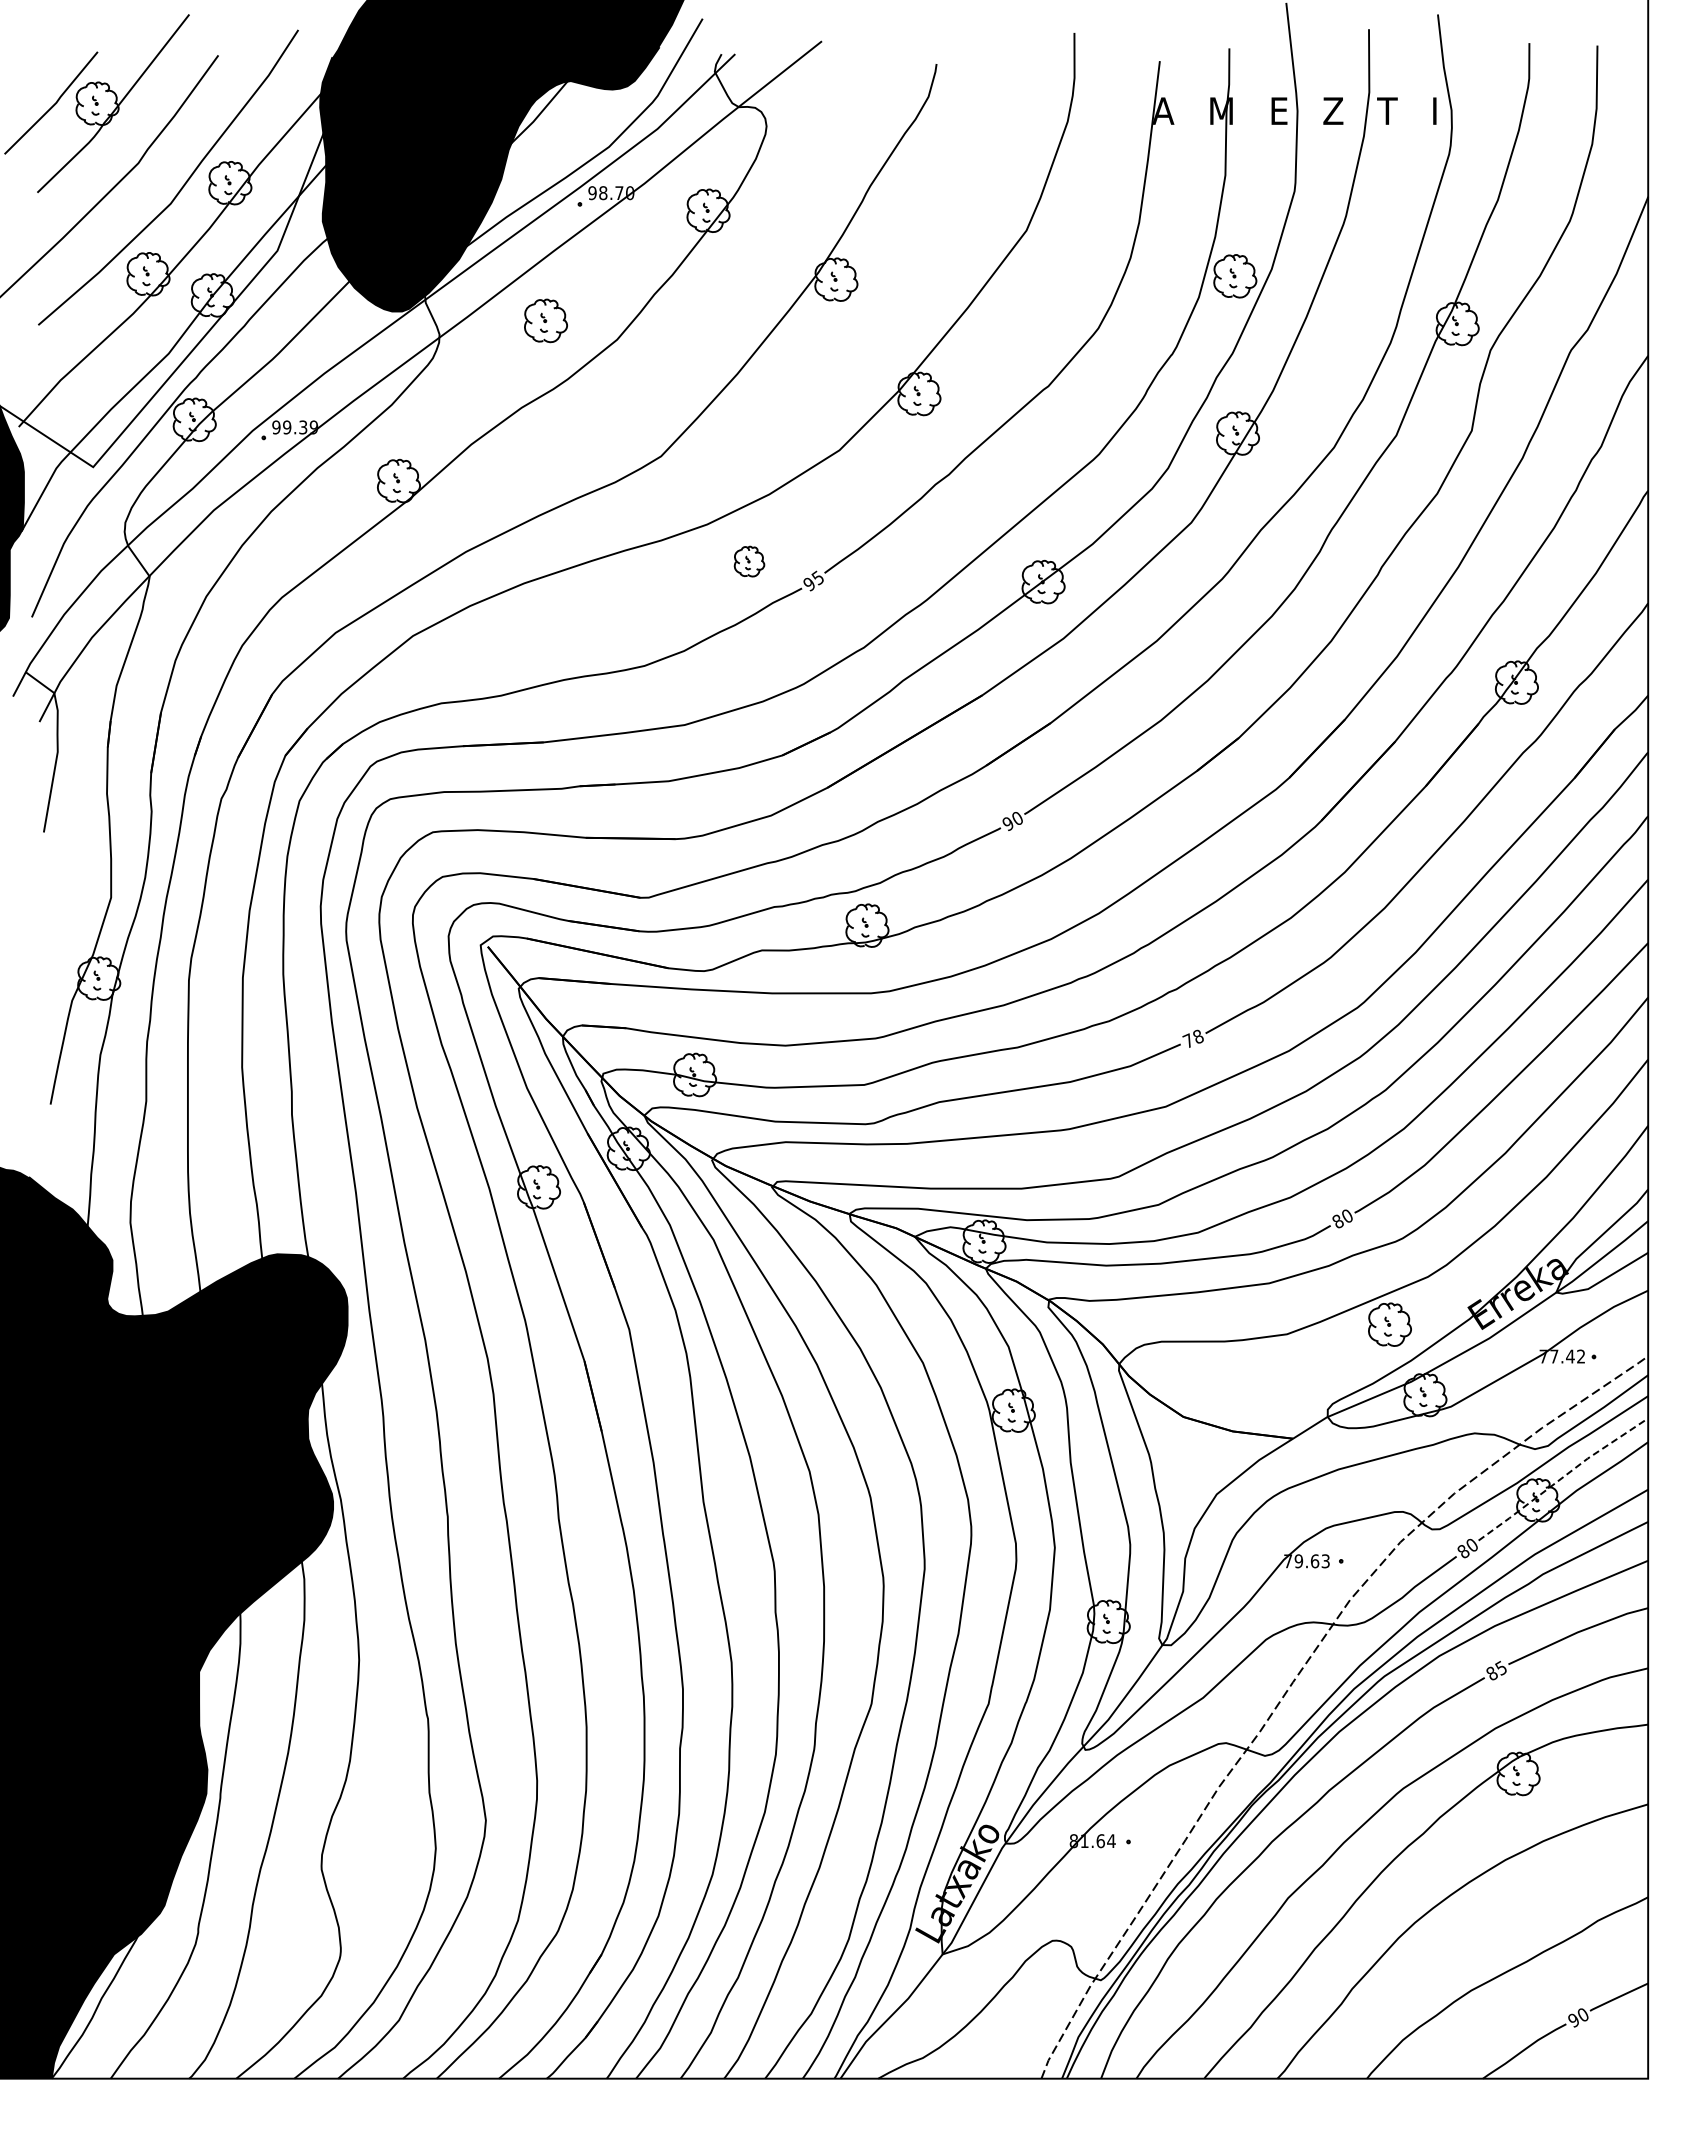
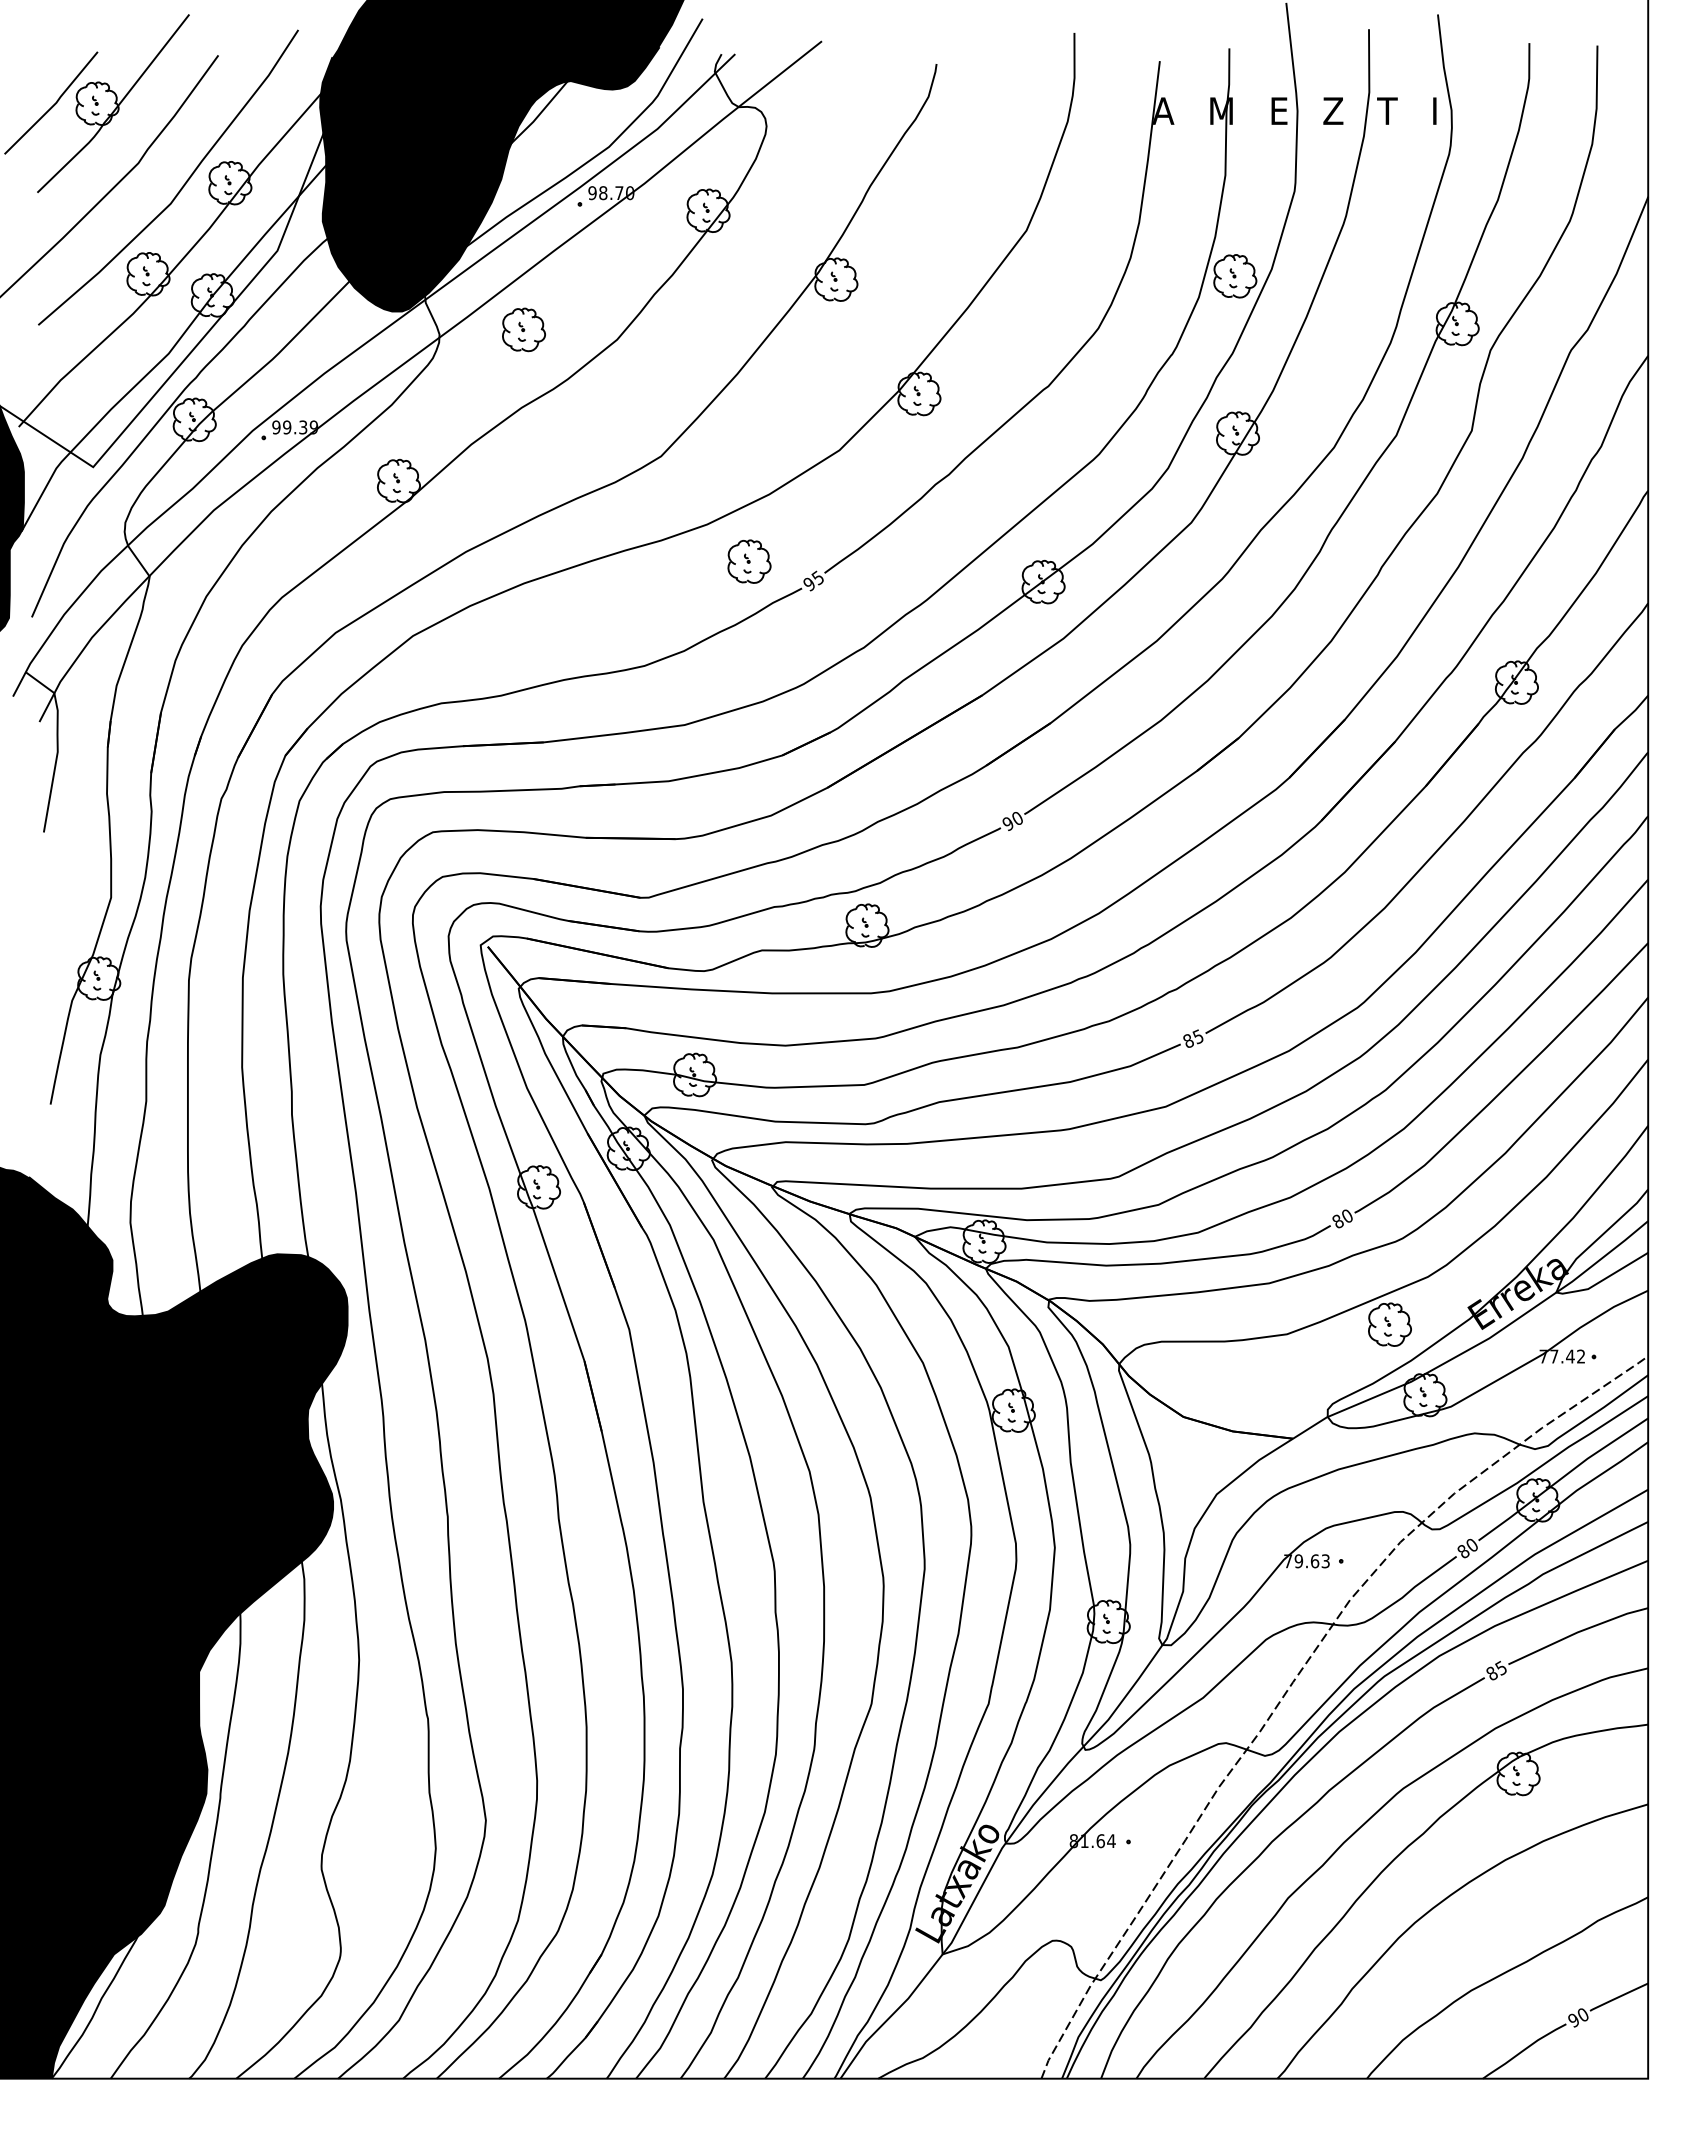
part at (545, 320) position: (545, 320) -> (523, 329)
part at (749, 561) size: 33x33 px -> 45x45 px
text at (1192, 1038): 78 -> 85
line at (1562, 1477): dashed -> solid
